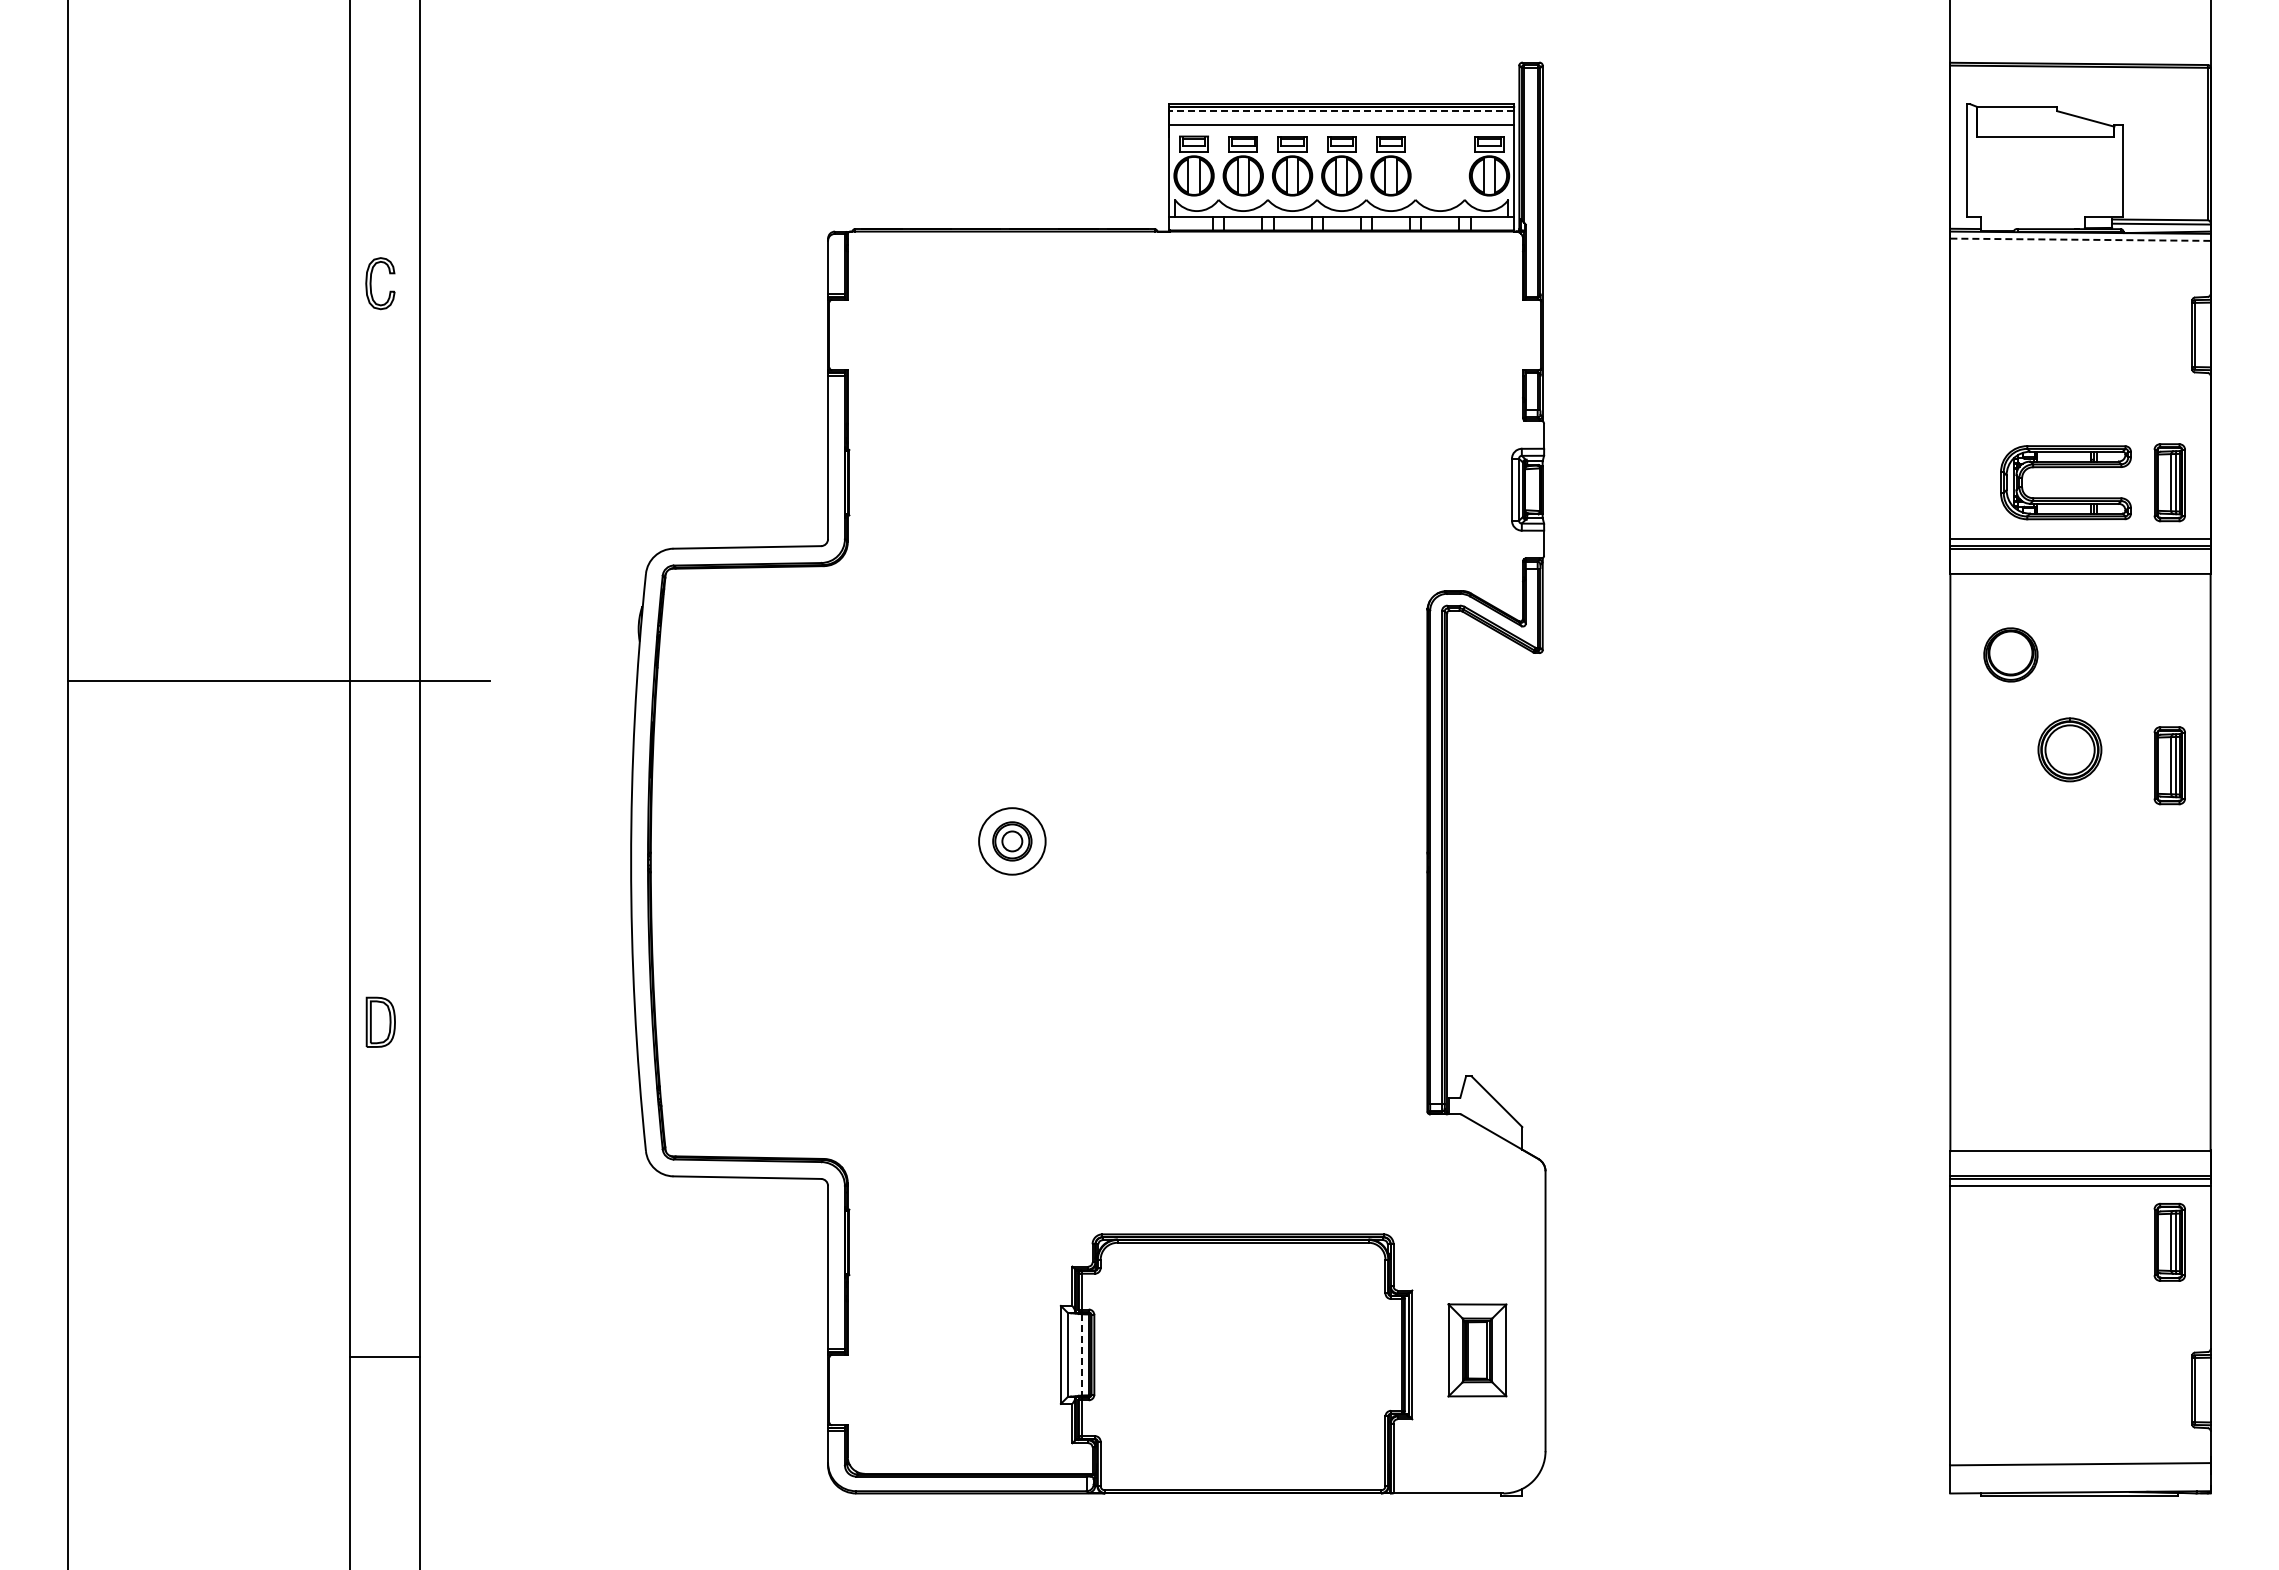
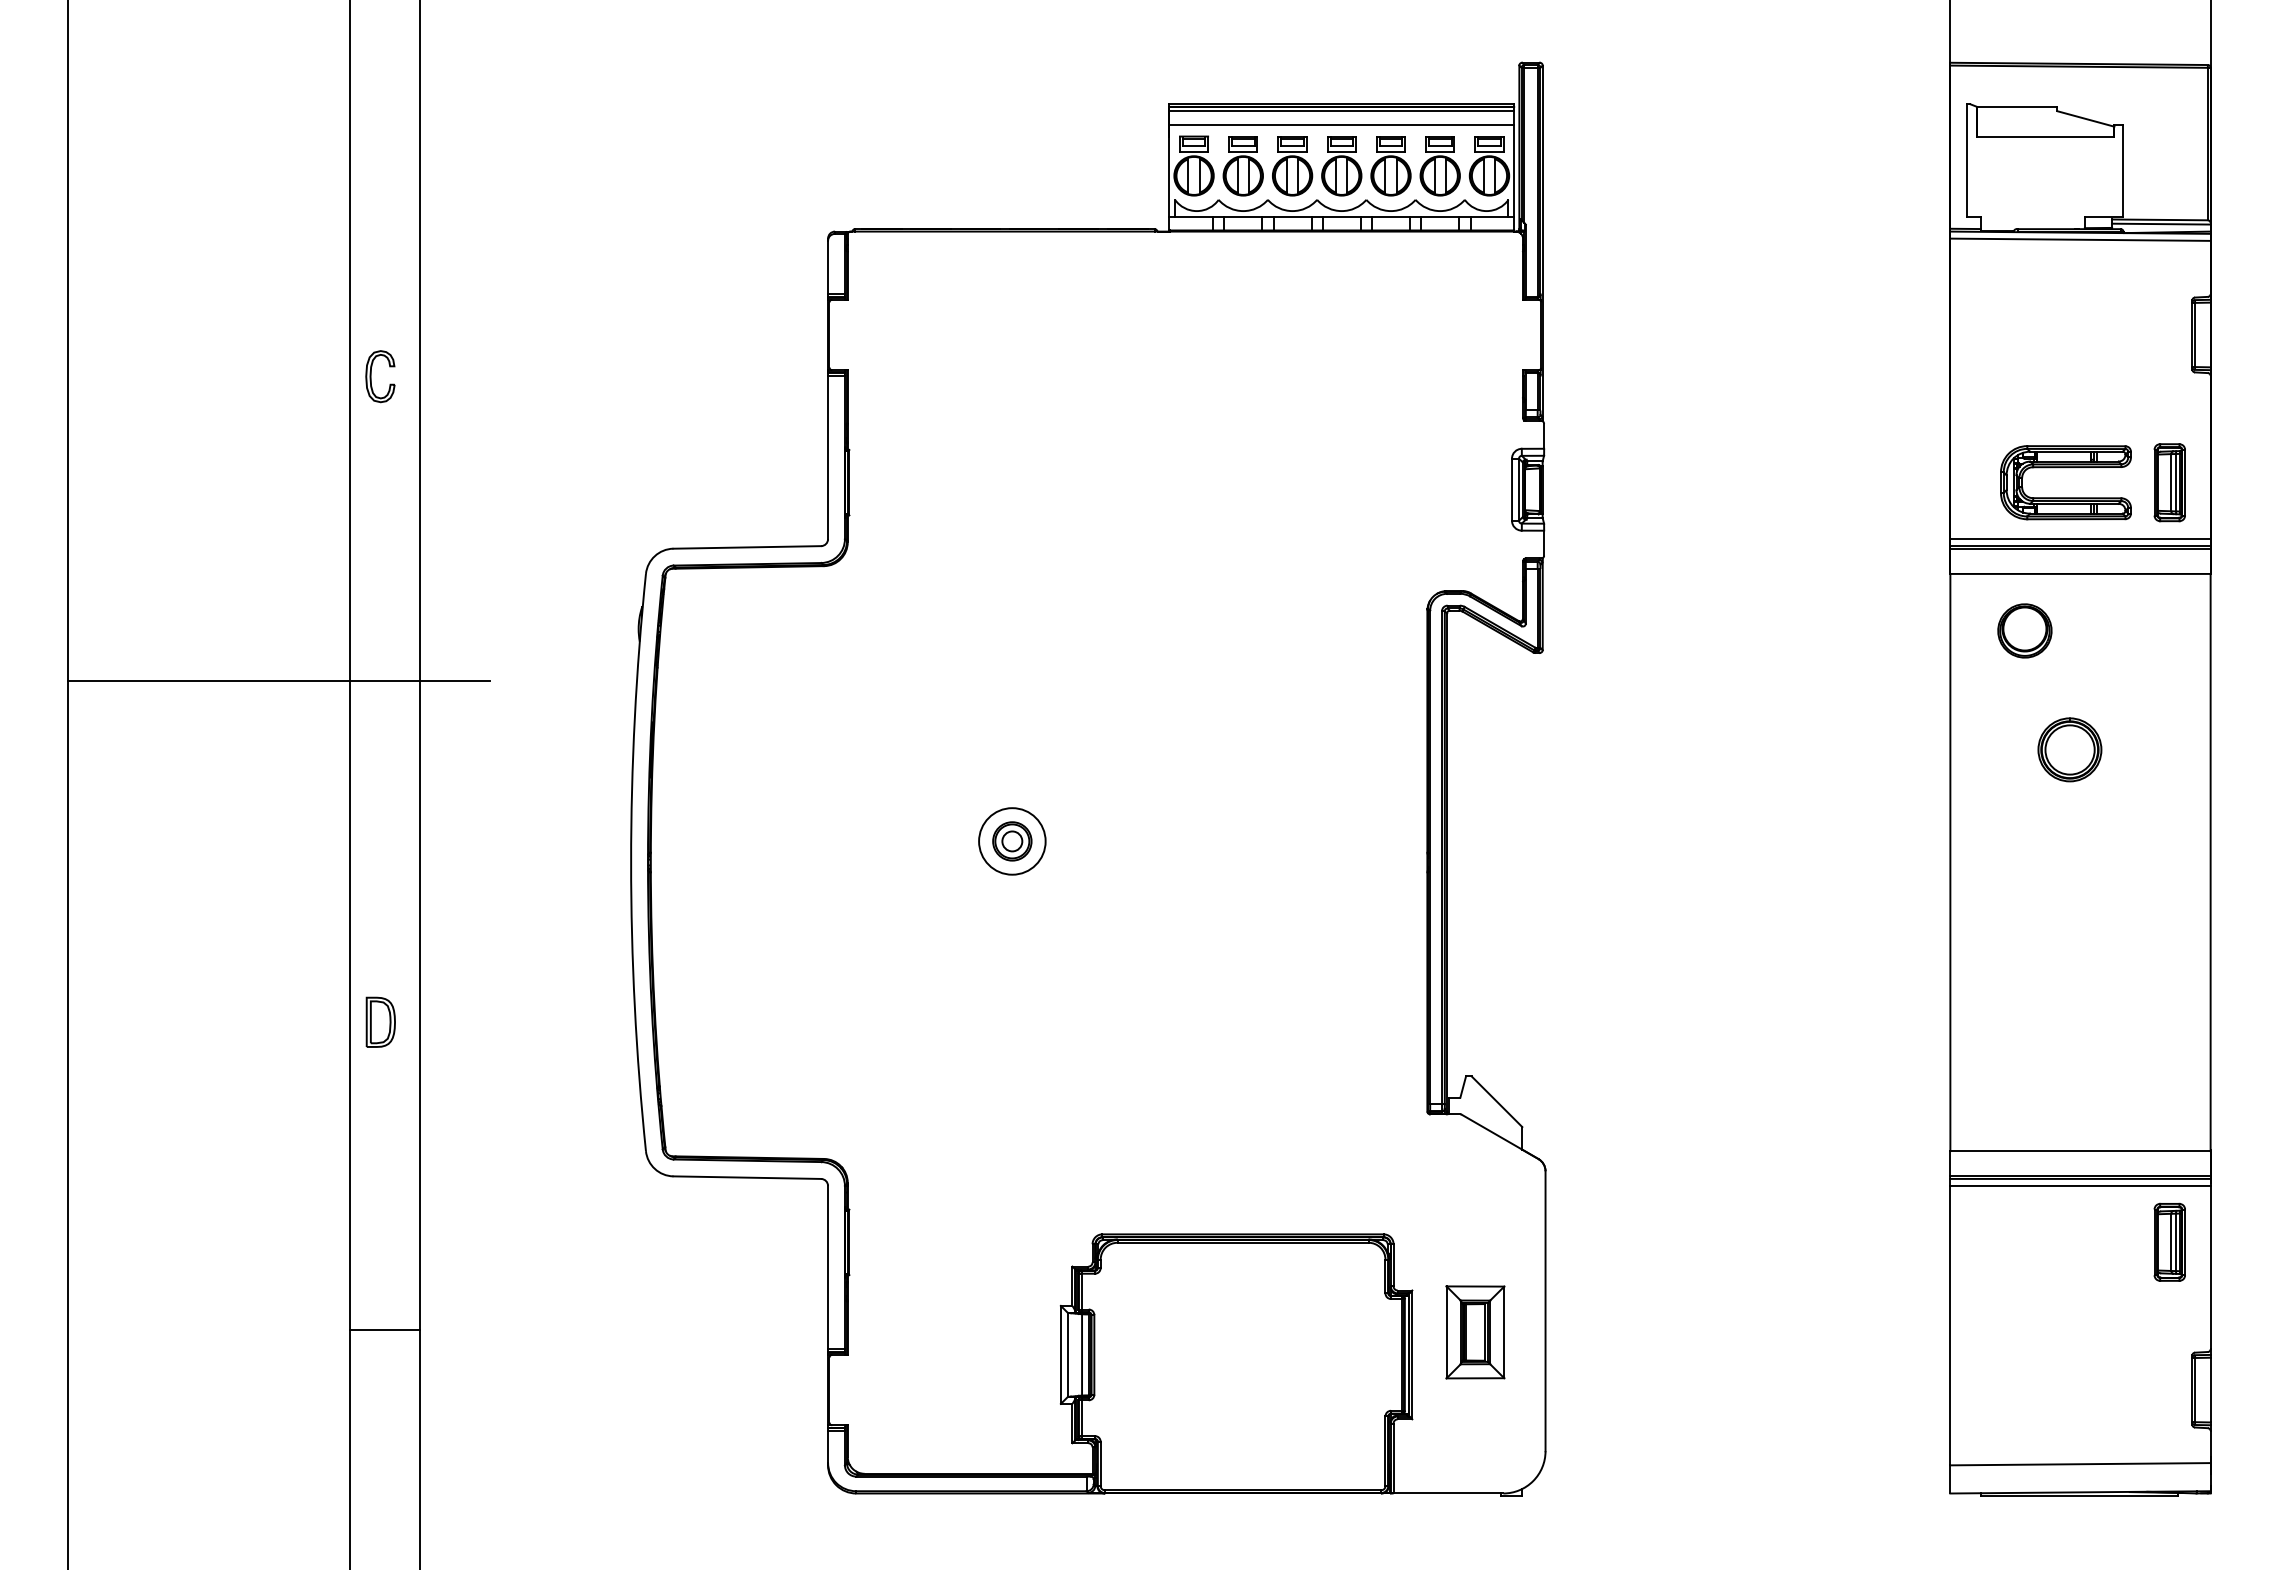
line at (1341, 111): dashed -> solid
part at (1439, 166): none -> present
line at (2080, 239): dashed -> solid
part at (371, 283) position: (371, 283) -> (371, 376)
part at (2010, 654) position: (2010, 654) -> (2024, 630)
part at (2169, 765): present -> none
part at (1477, 1350) position: (1477, 1350) -> (1475, 1332)
line at (1082, 1354): dashed -> solid
line at (384, 1357) position: (384, 1357) -> (384, 1330)
